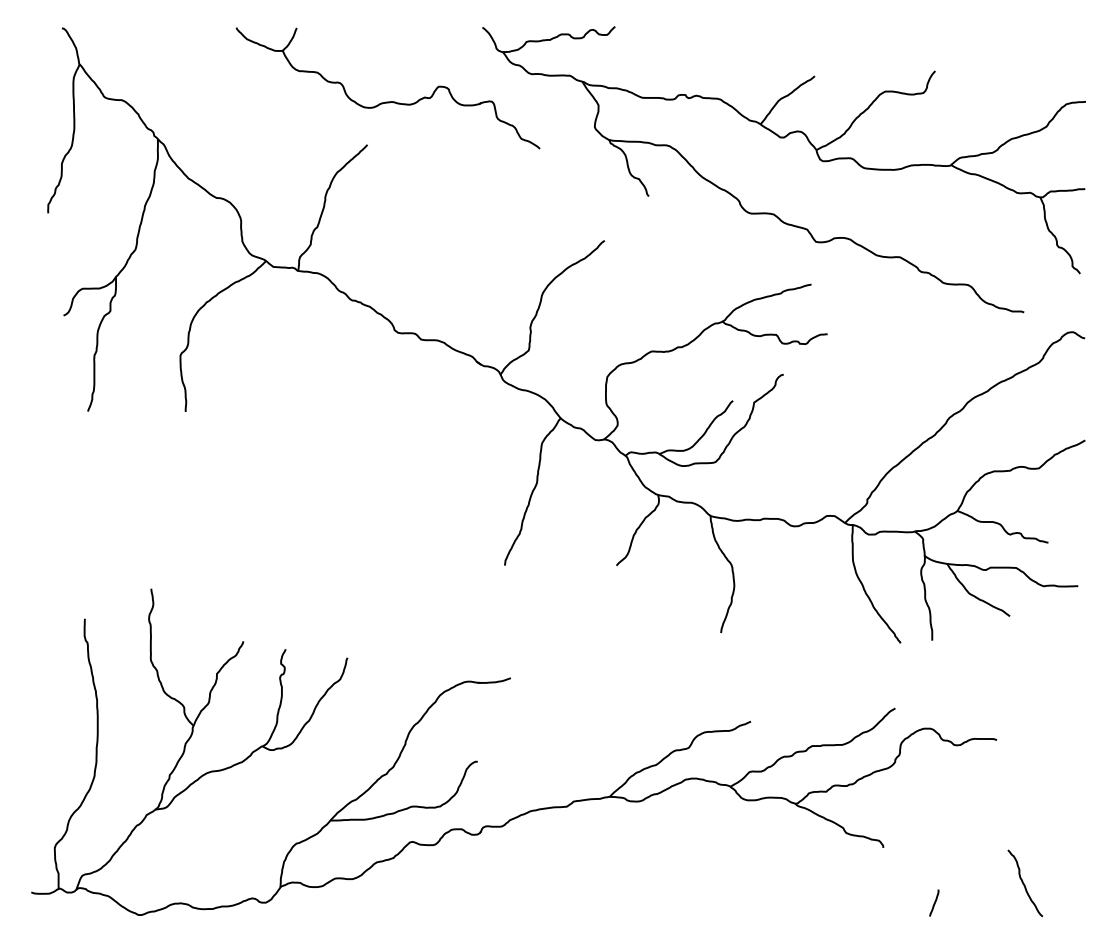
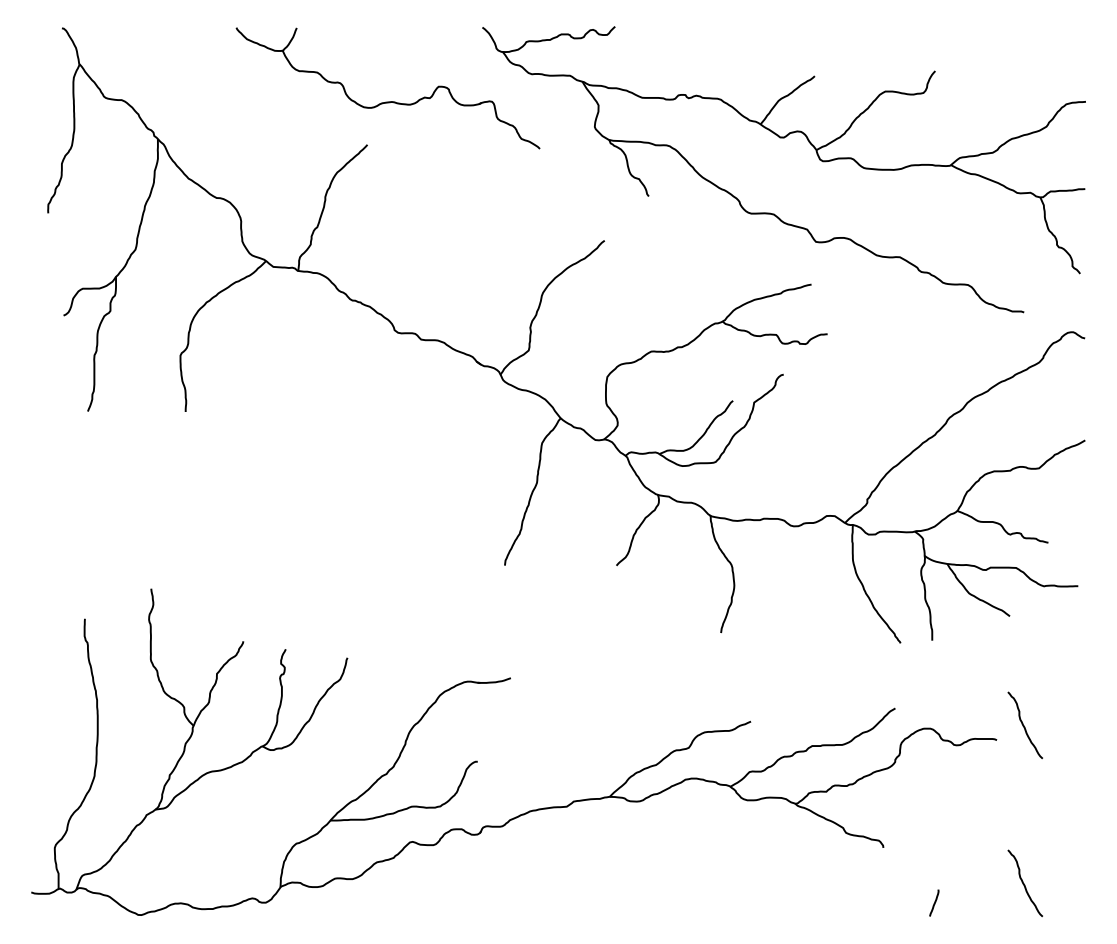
curve at (1024, 725): none -> present
